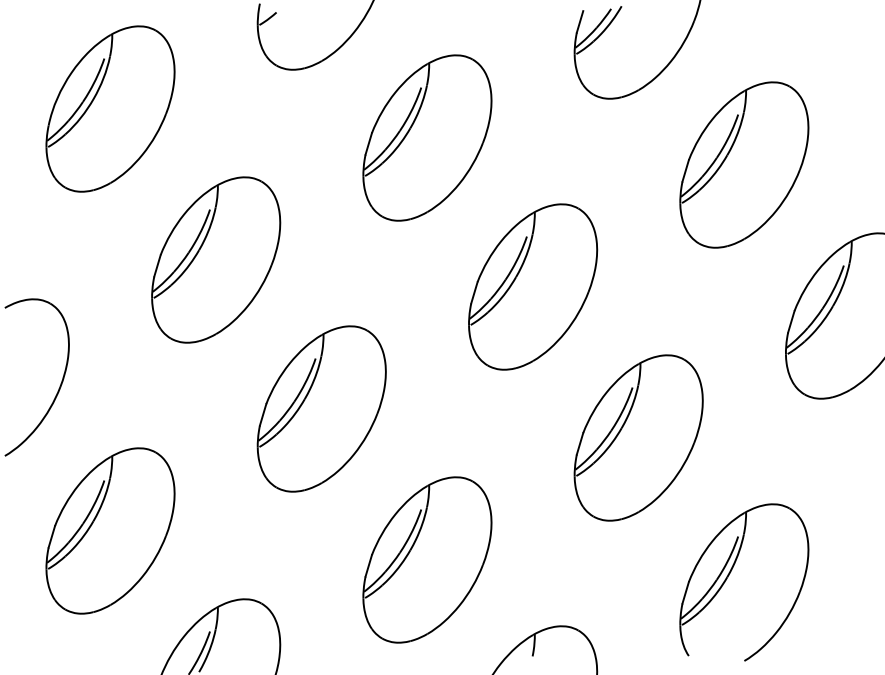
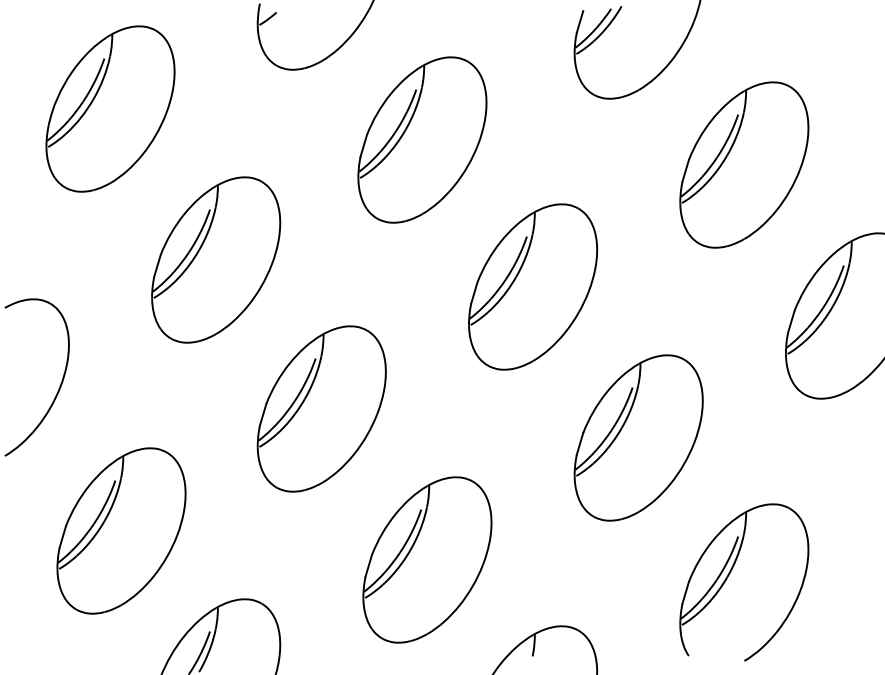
part at (427, 137) position: (427, 137) -> (422, 139)
part at (110, 530) position: (110, 530) -> (121, 530)
